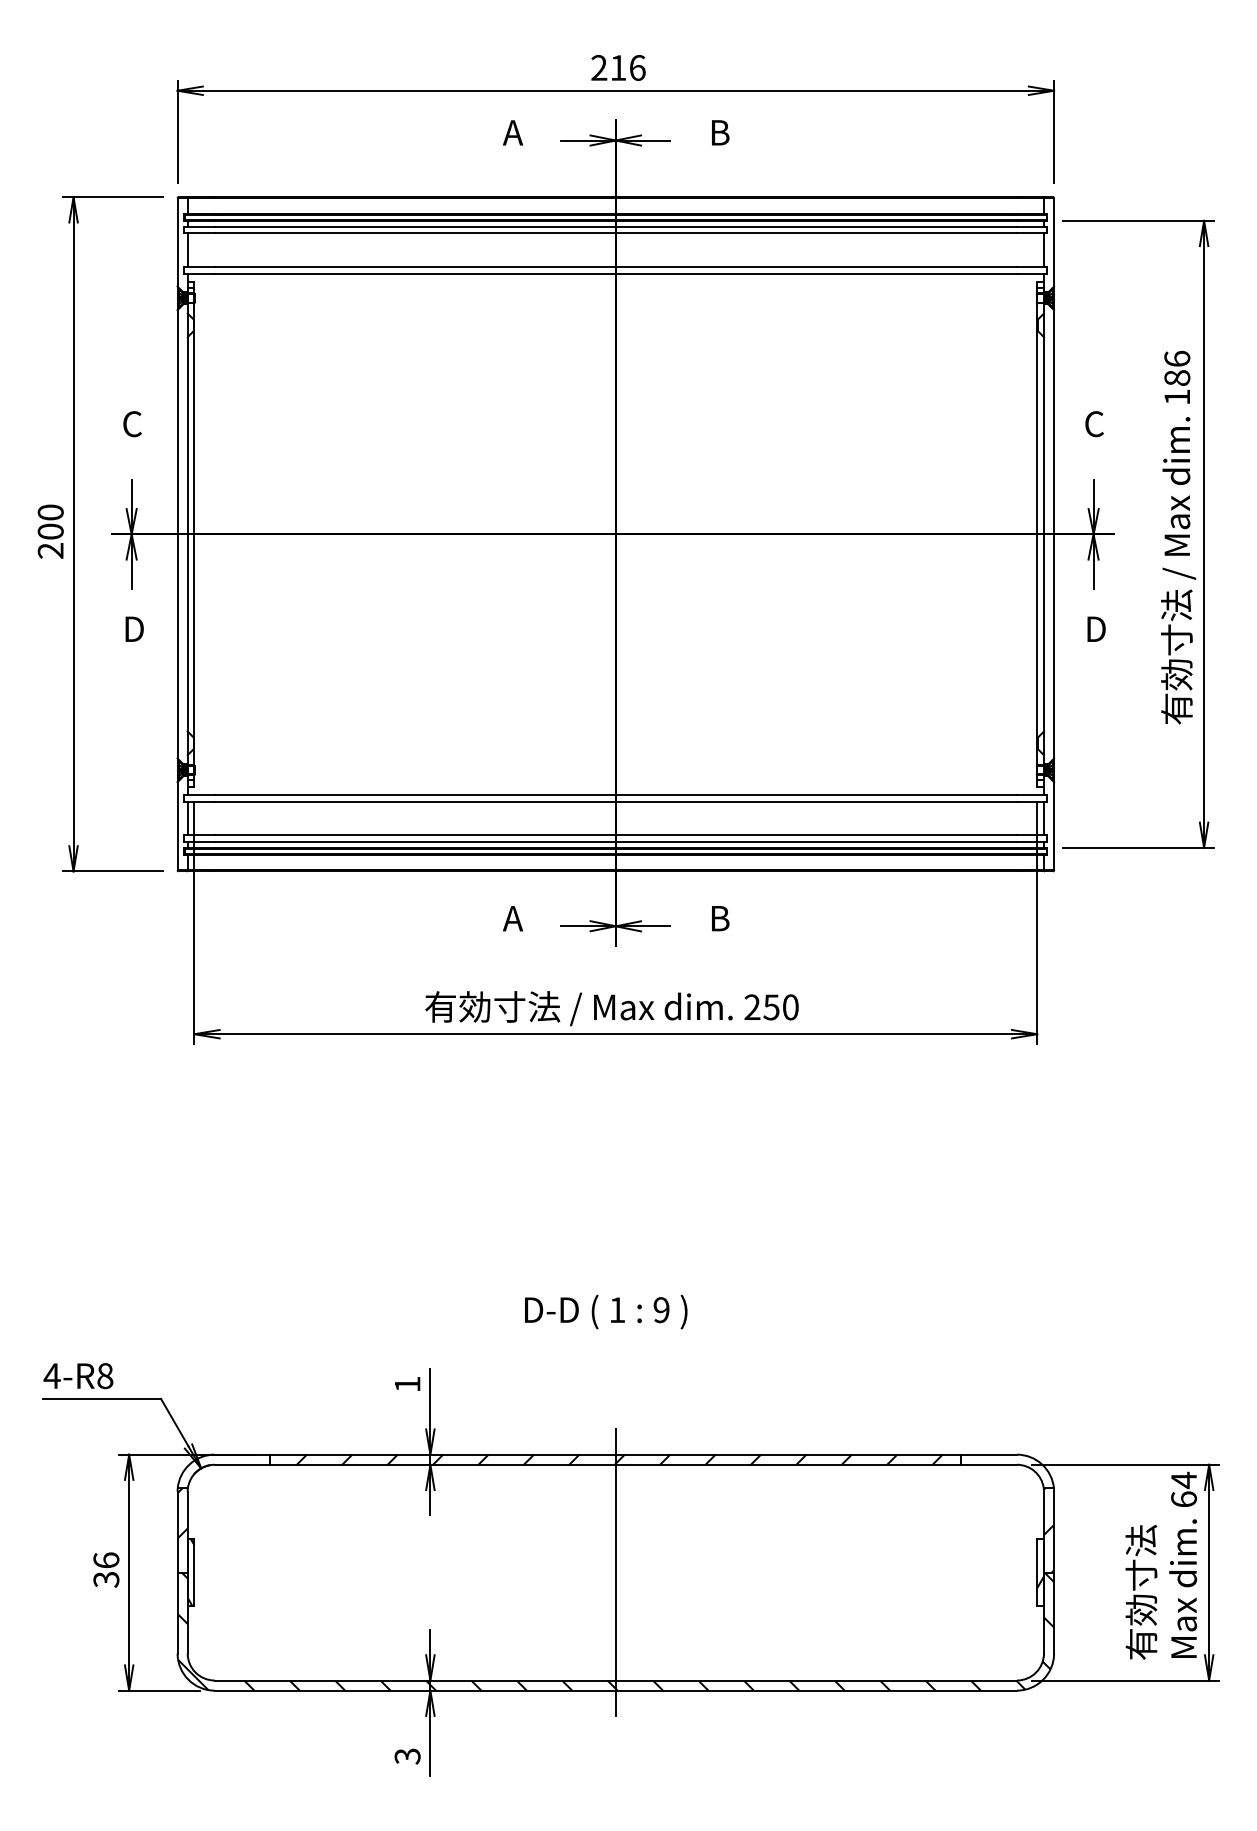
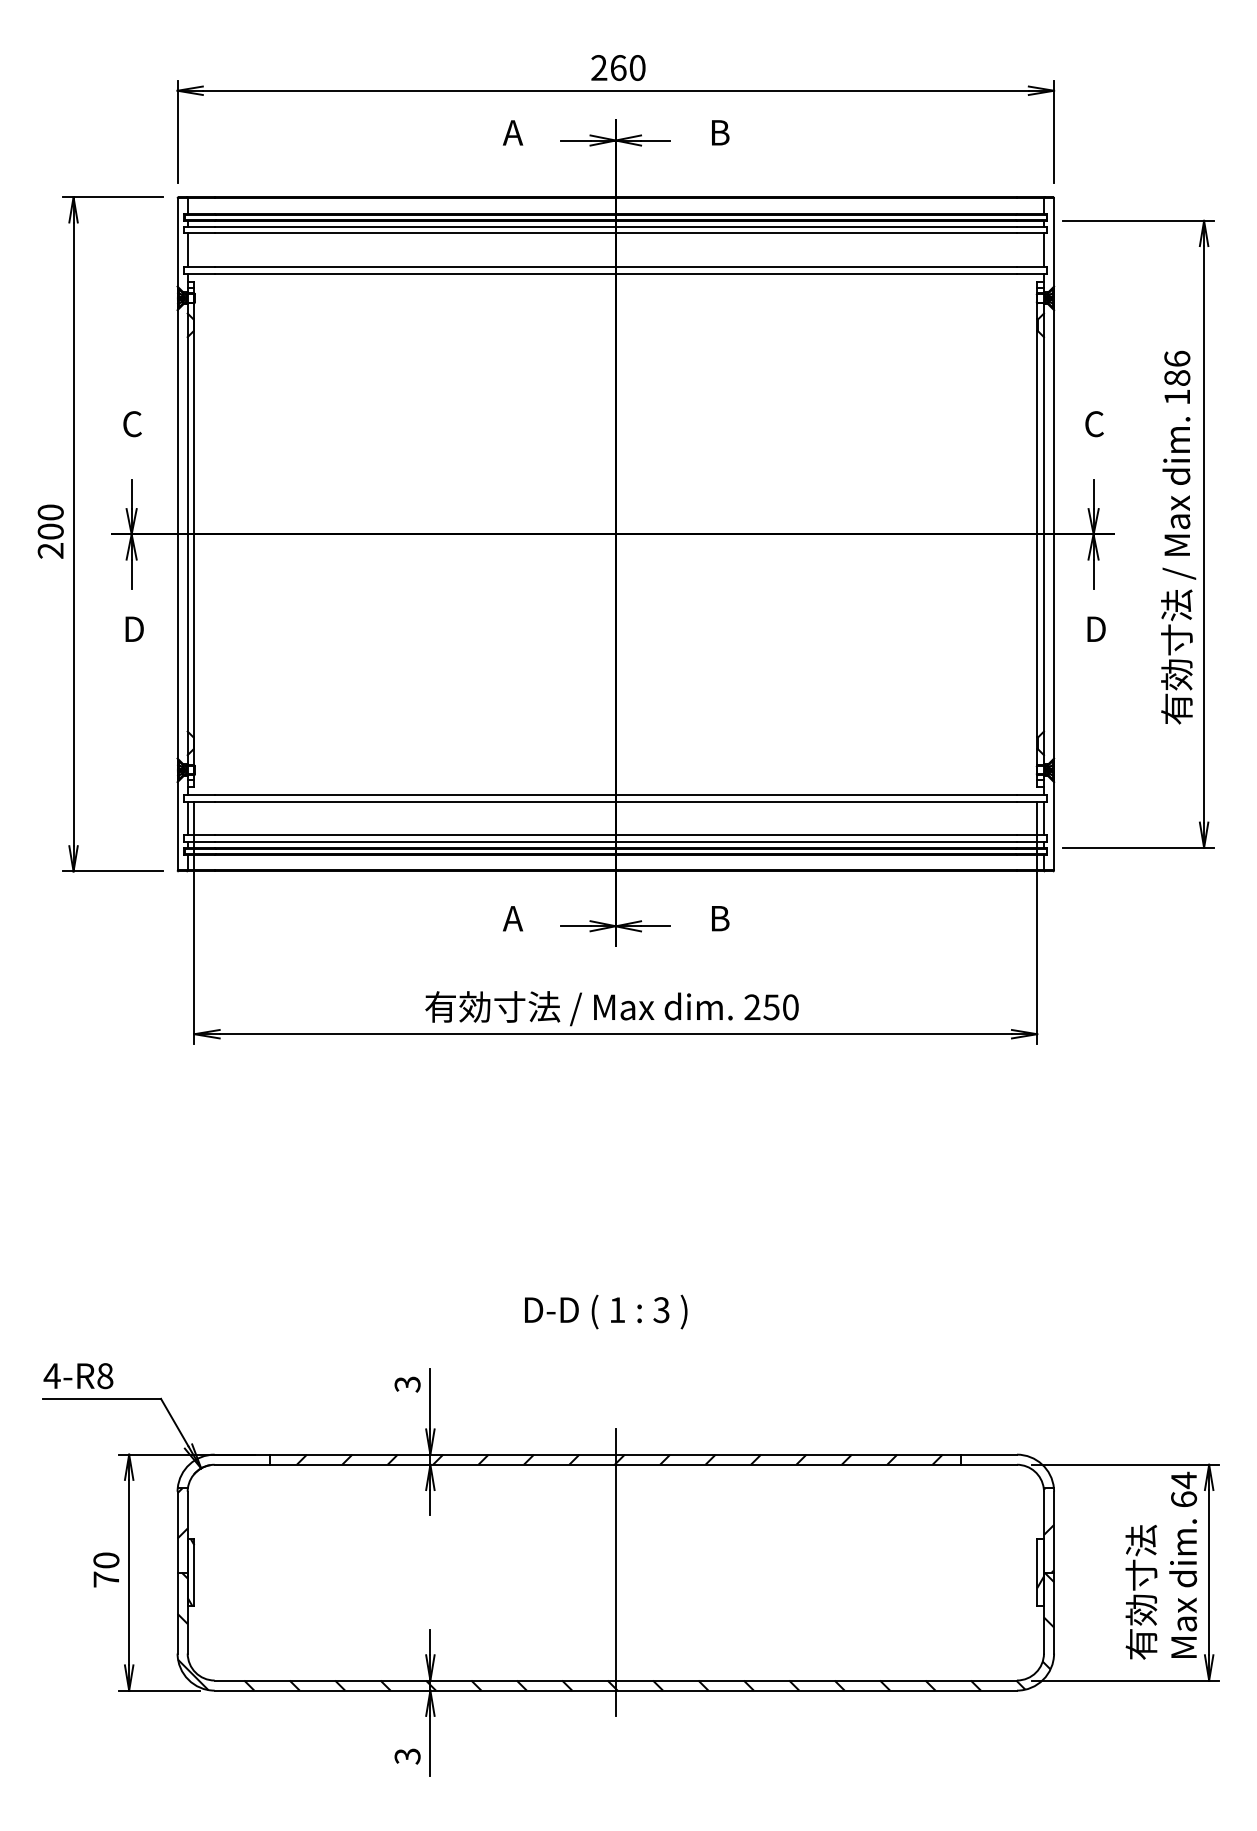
text at (628, 67): 216 -> 260
text at (661, 1310): 9 -> 3
text at (407, 1384): 1 -> 3
text at (106, 1569): 36 -> 70
